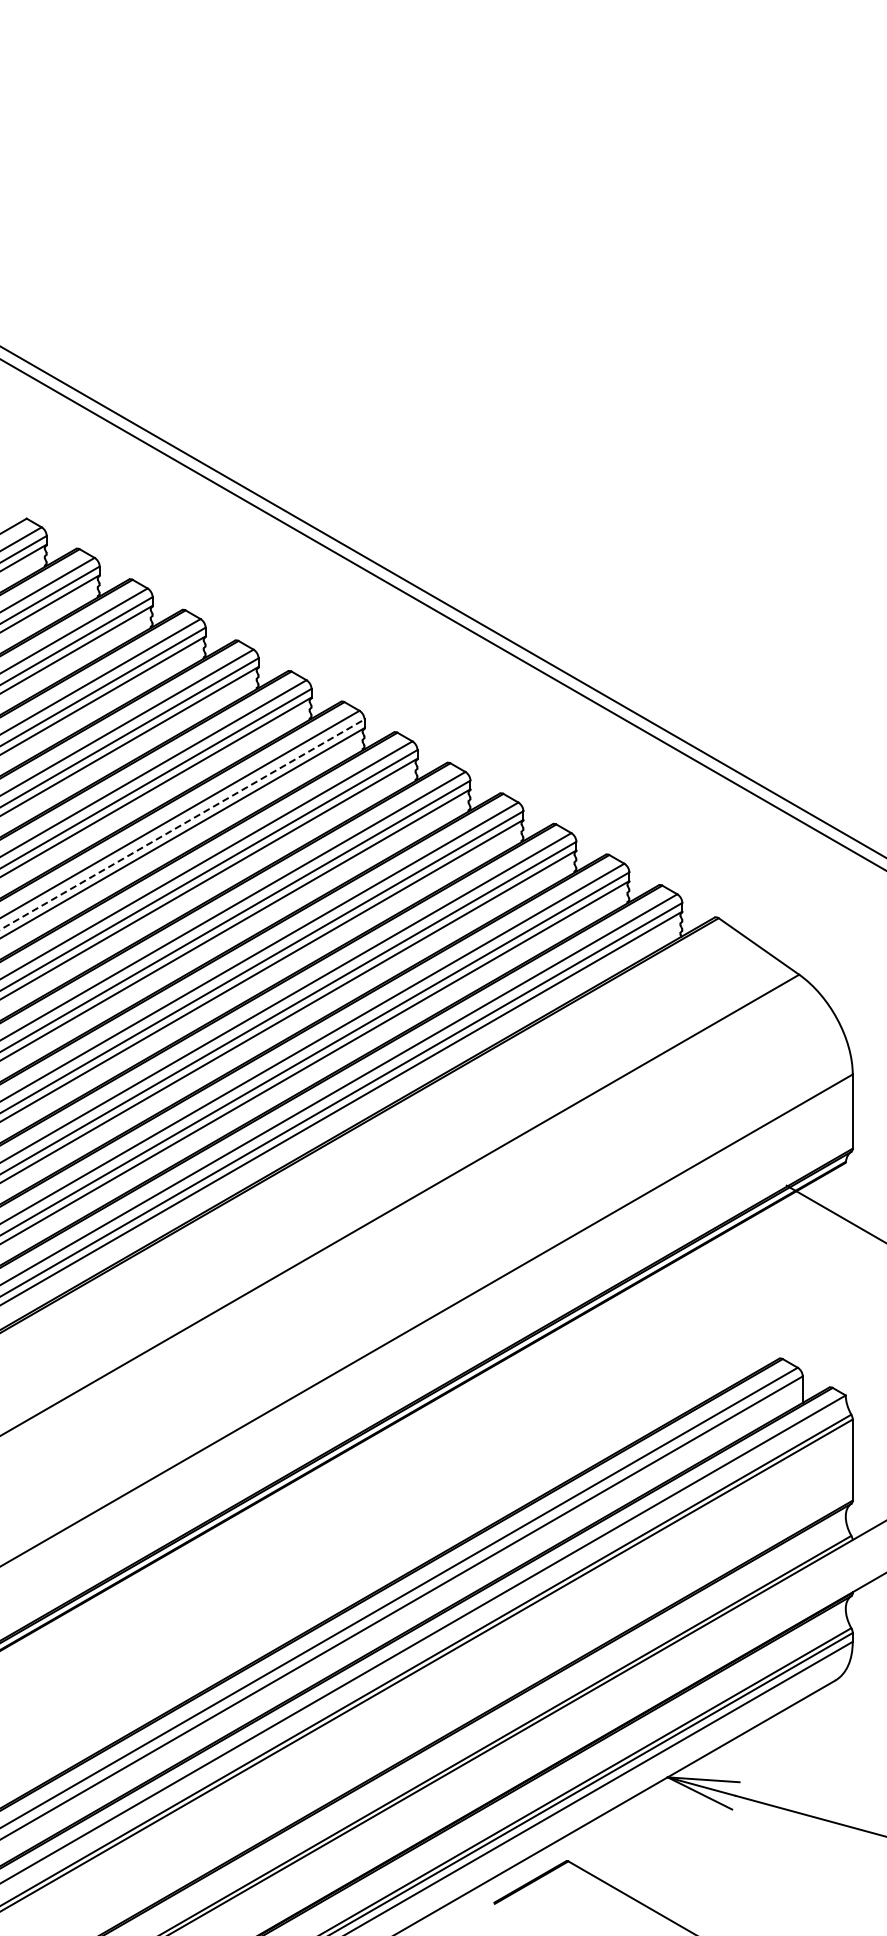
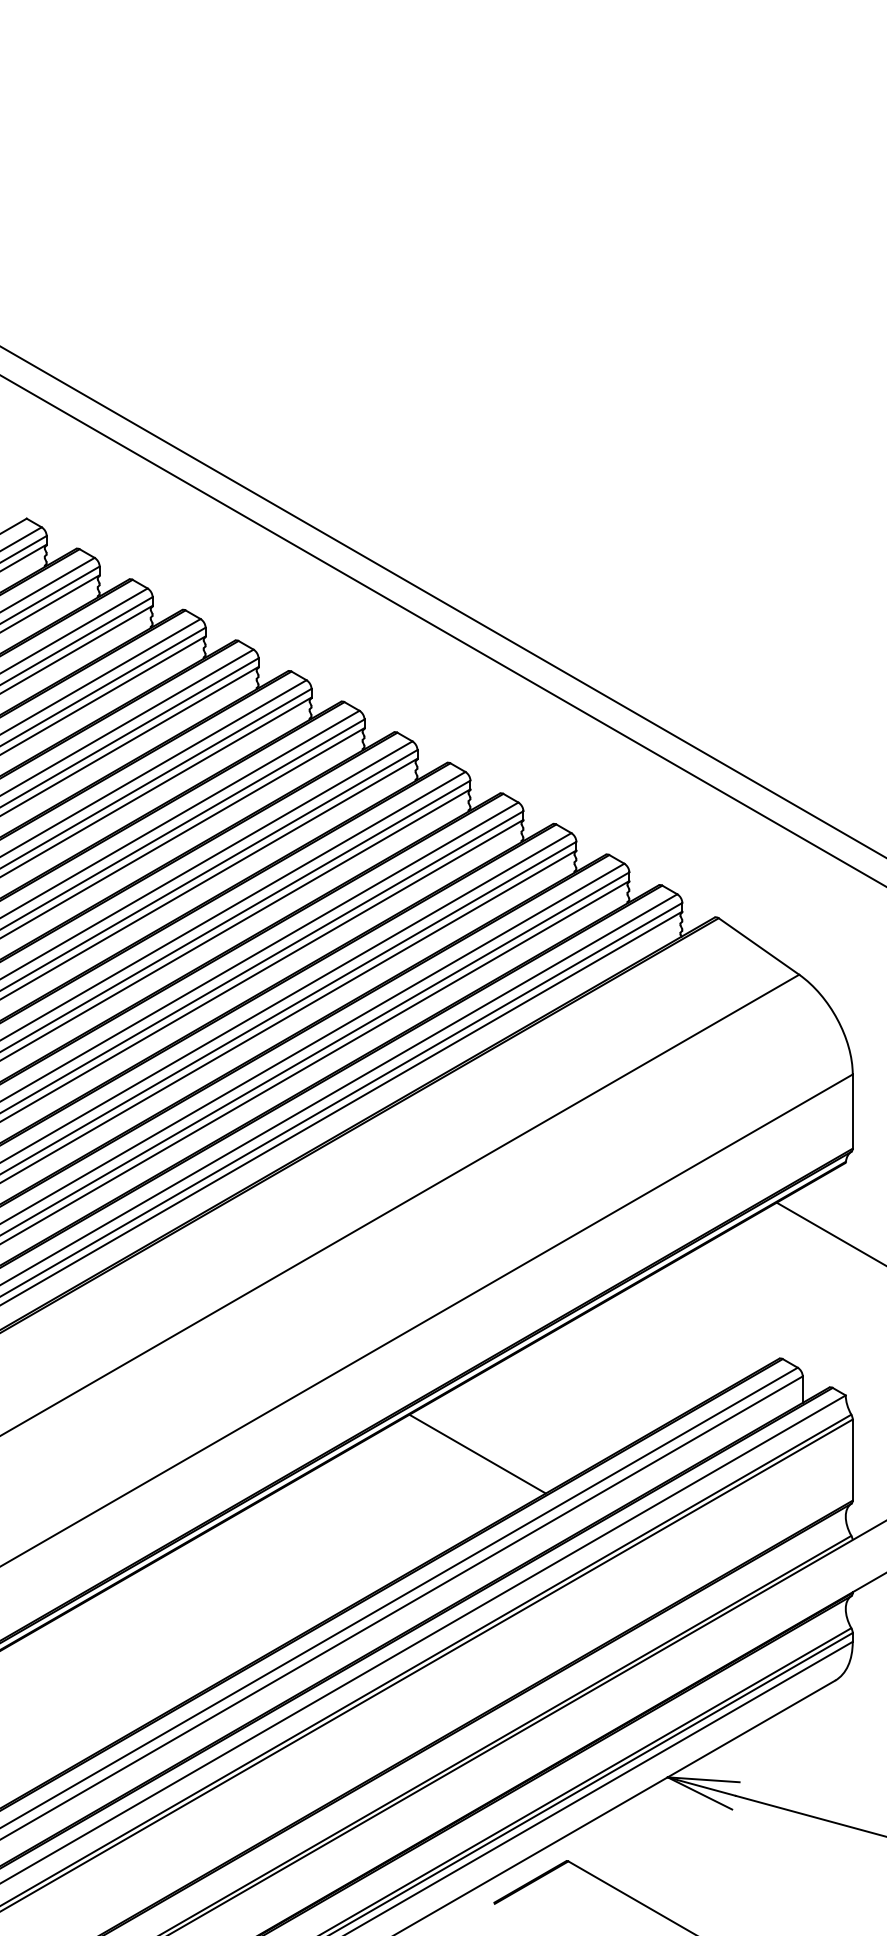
line at (442, 614) position: (442, 614) -> (442, 630)
line at (182, 824): dashed -> solid
line at (834, 1213) position: (834, 1213) -> (829, 1233)
line at (477, 1453): none -> present
